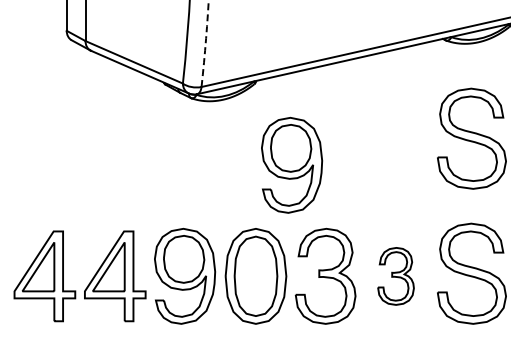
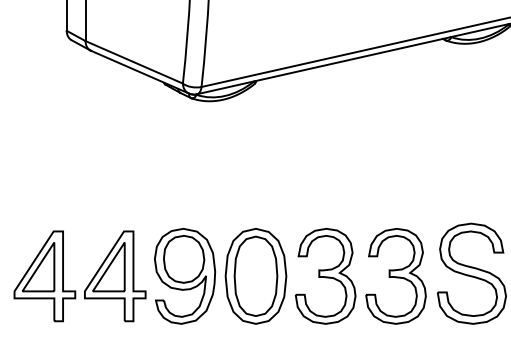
arc at (205, 42): dashed -> solid
part at (471, 138): present -> none
part at (292, 164): present -> none
part at (395, 276) size: 38x59 px -> 62x97 px
